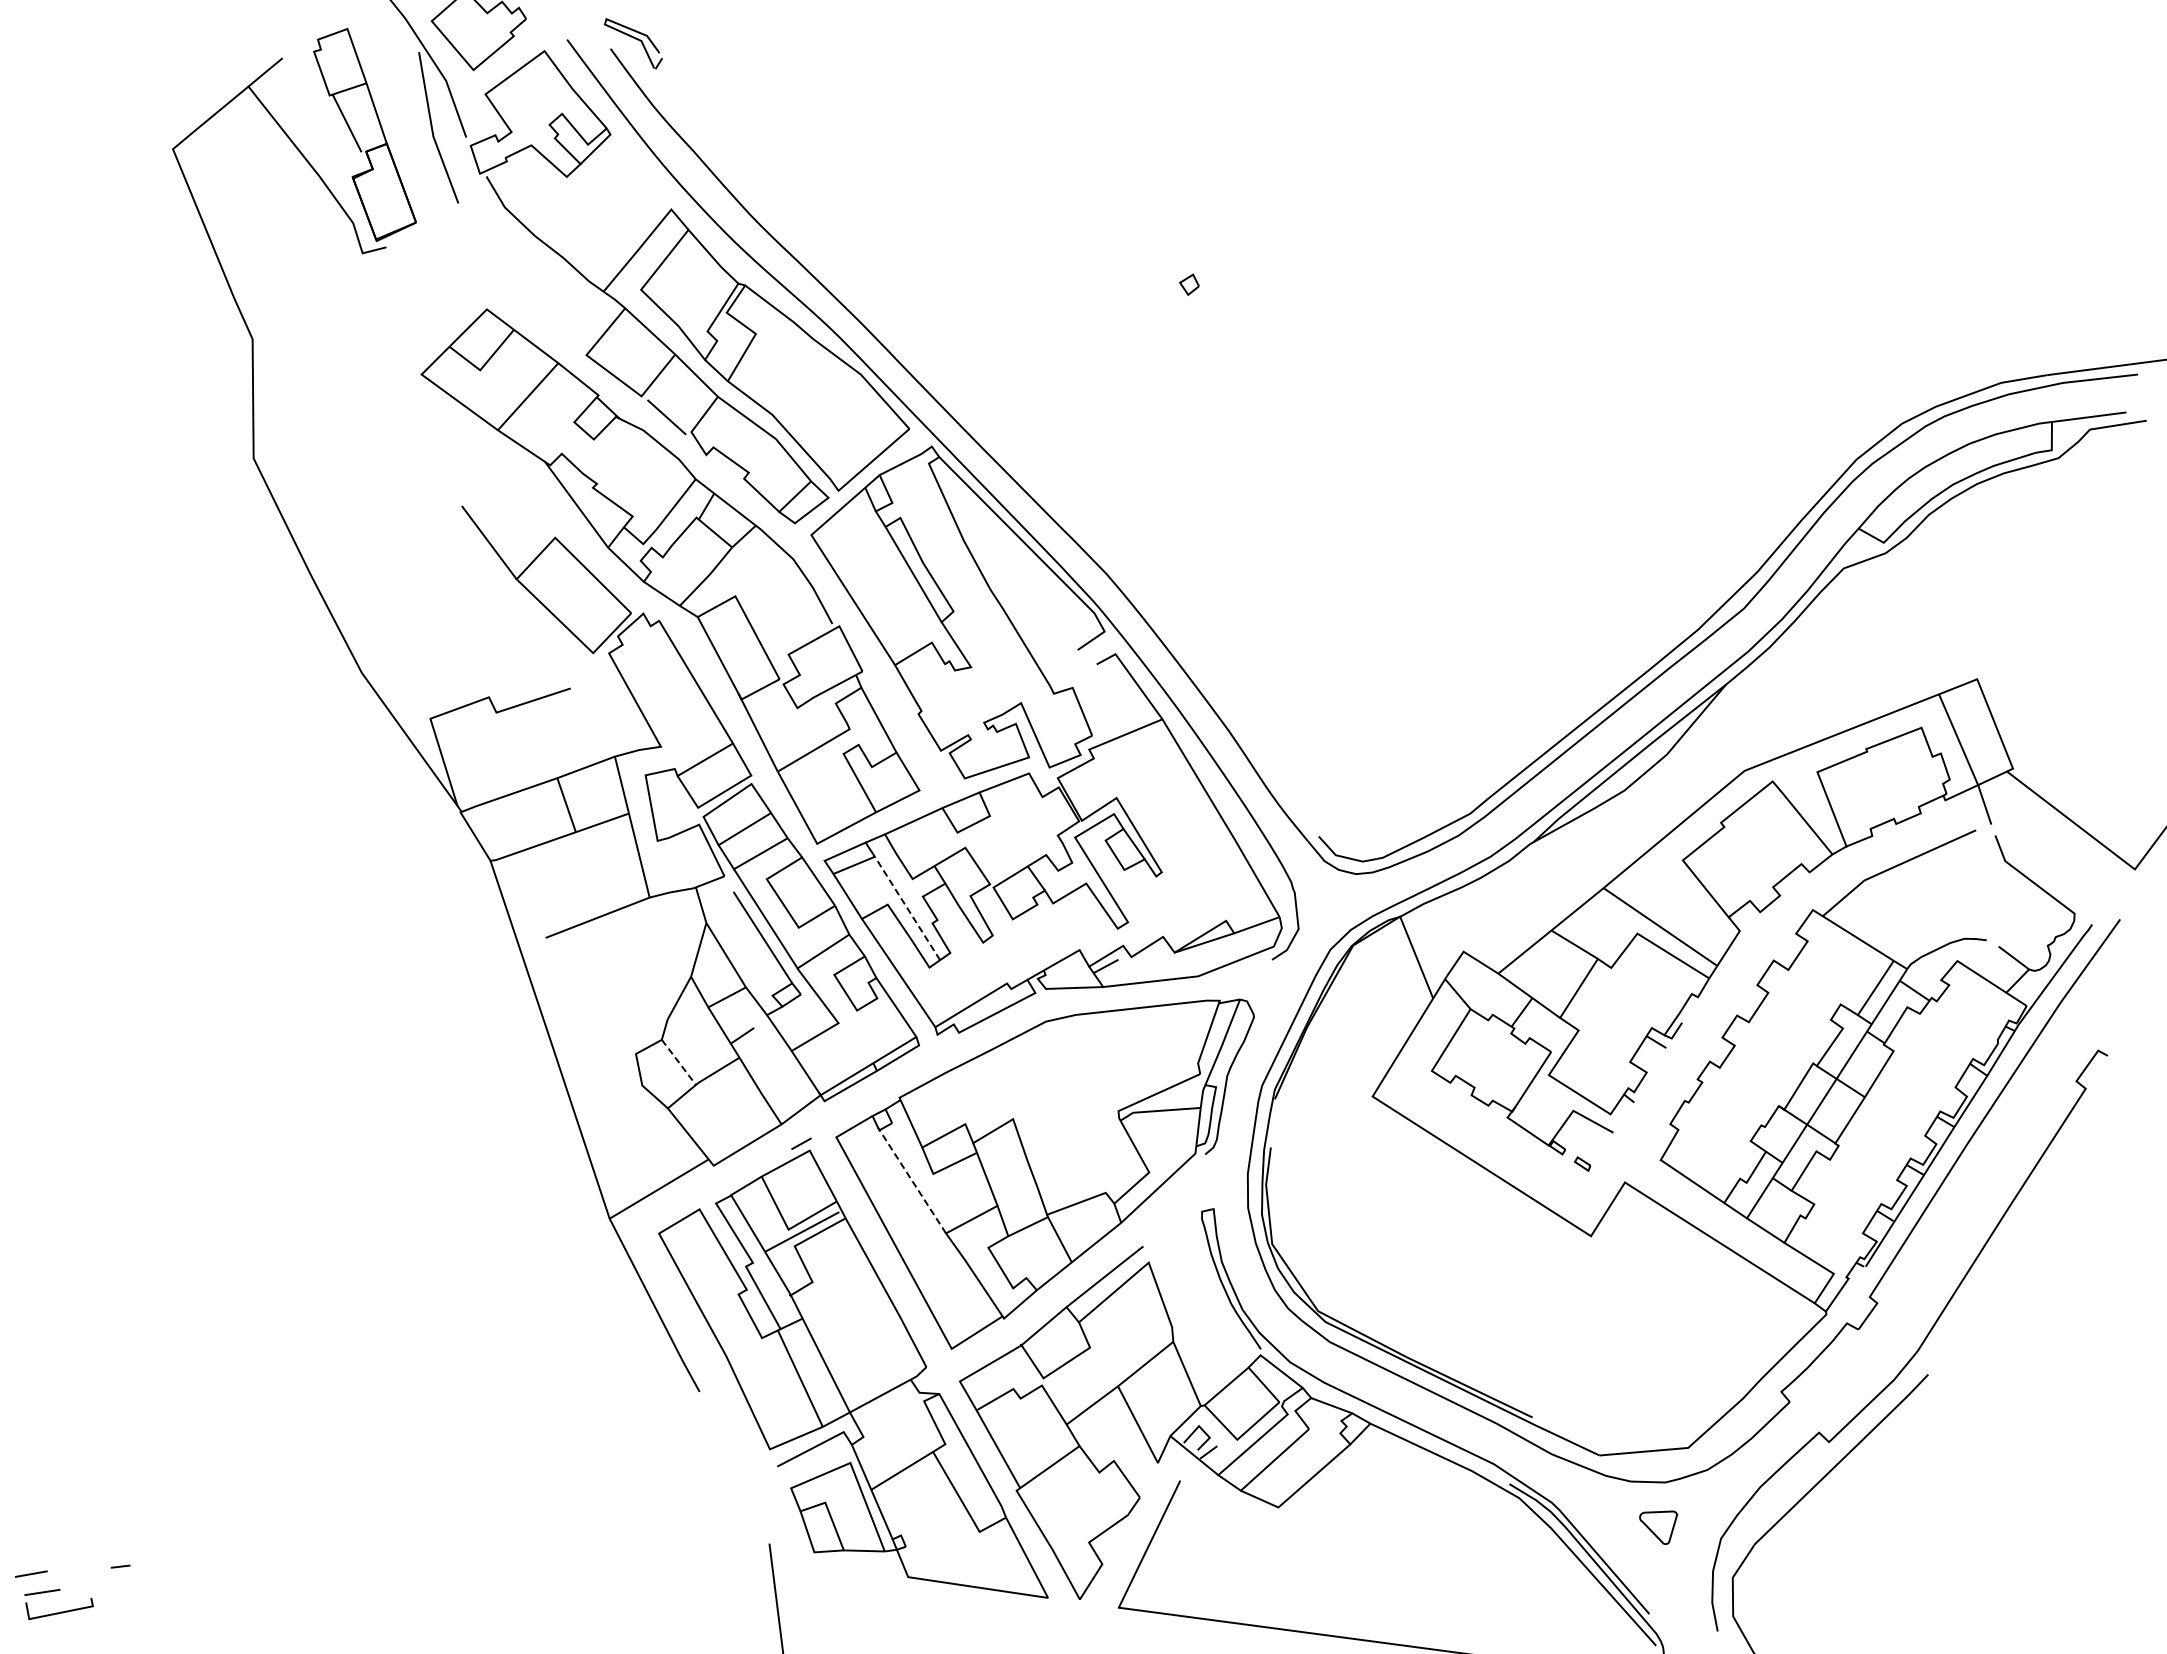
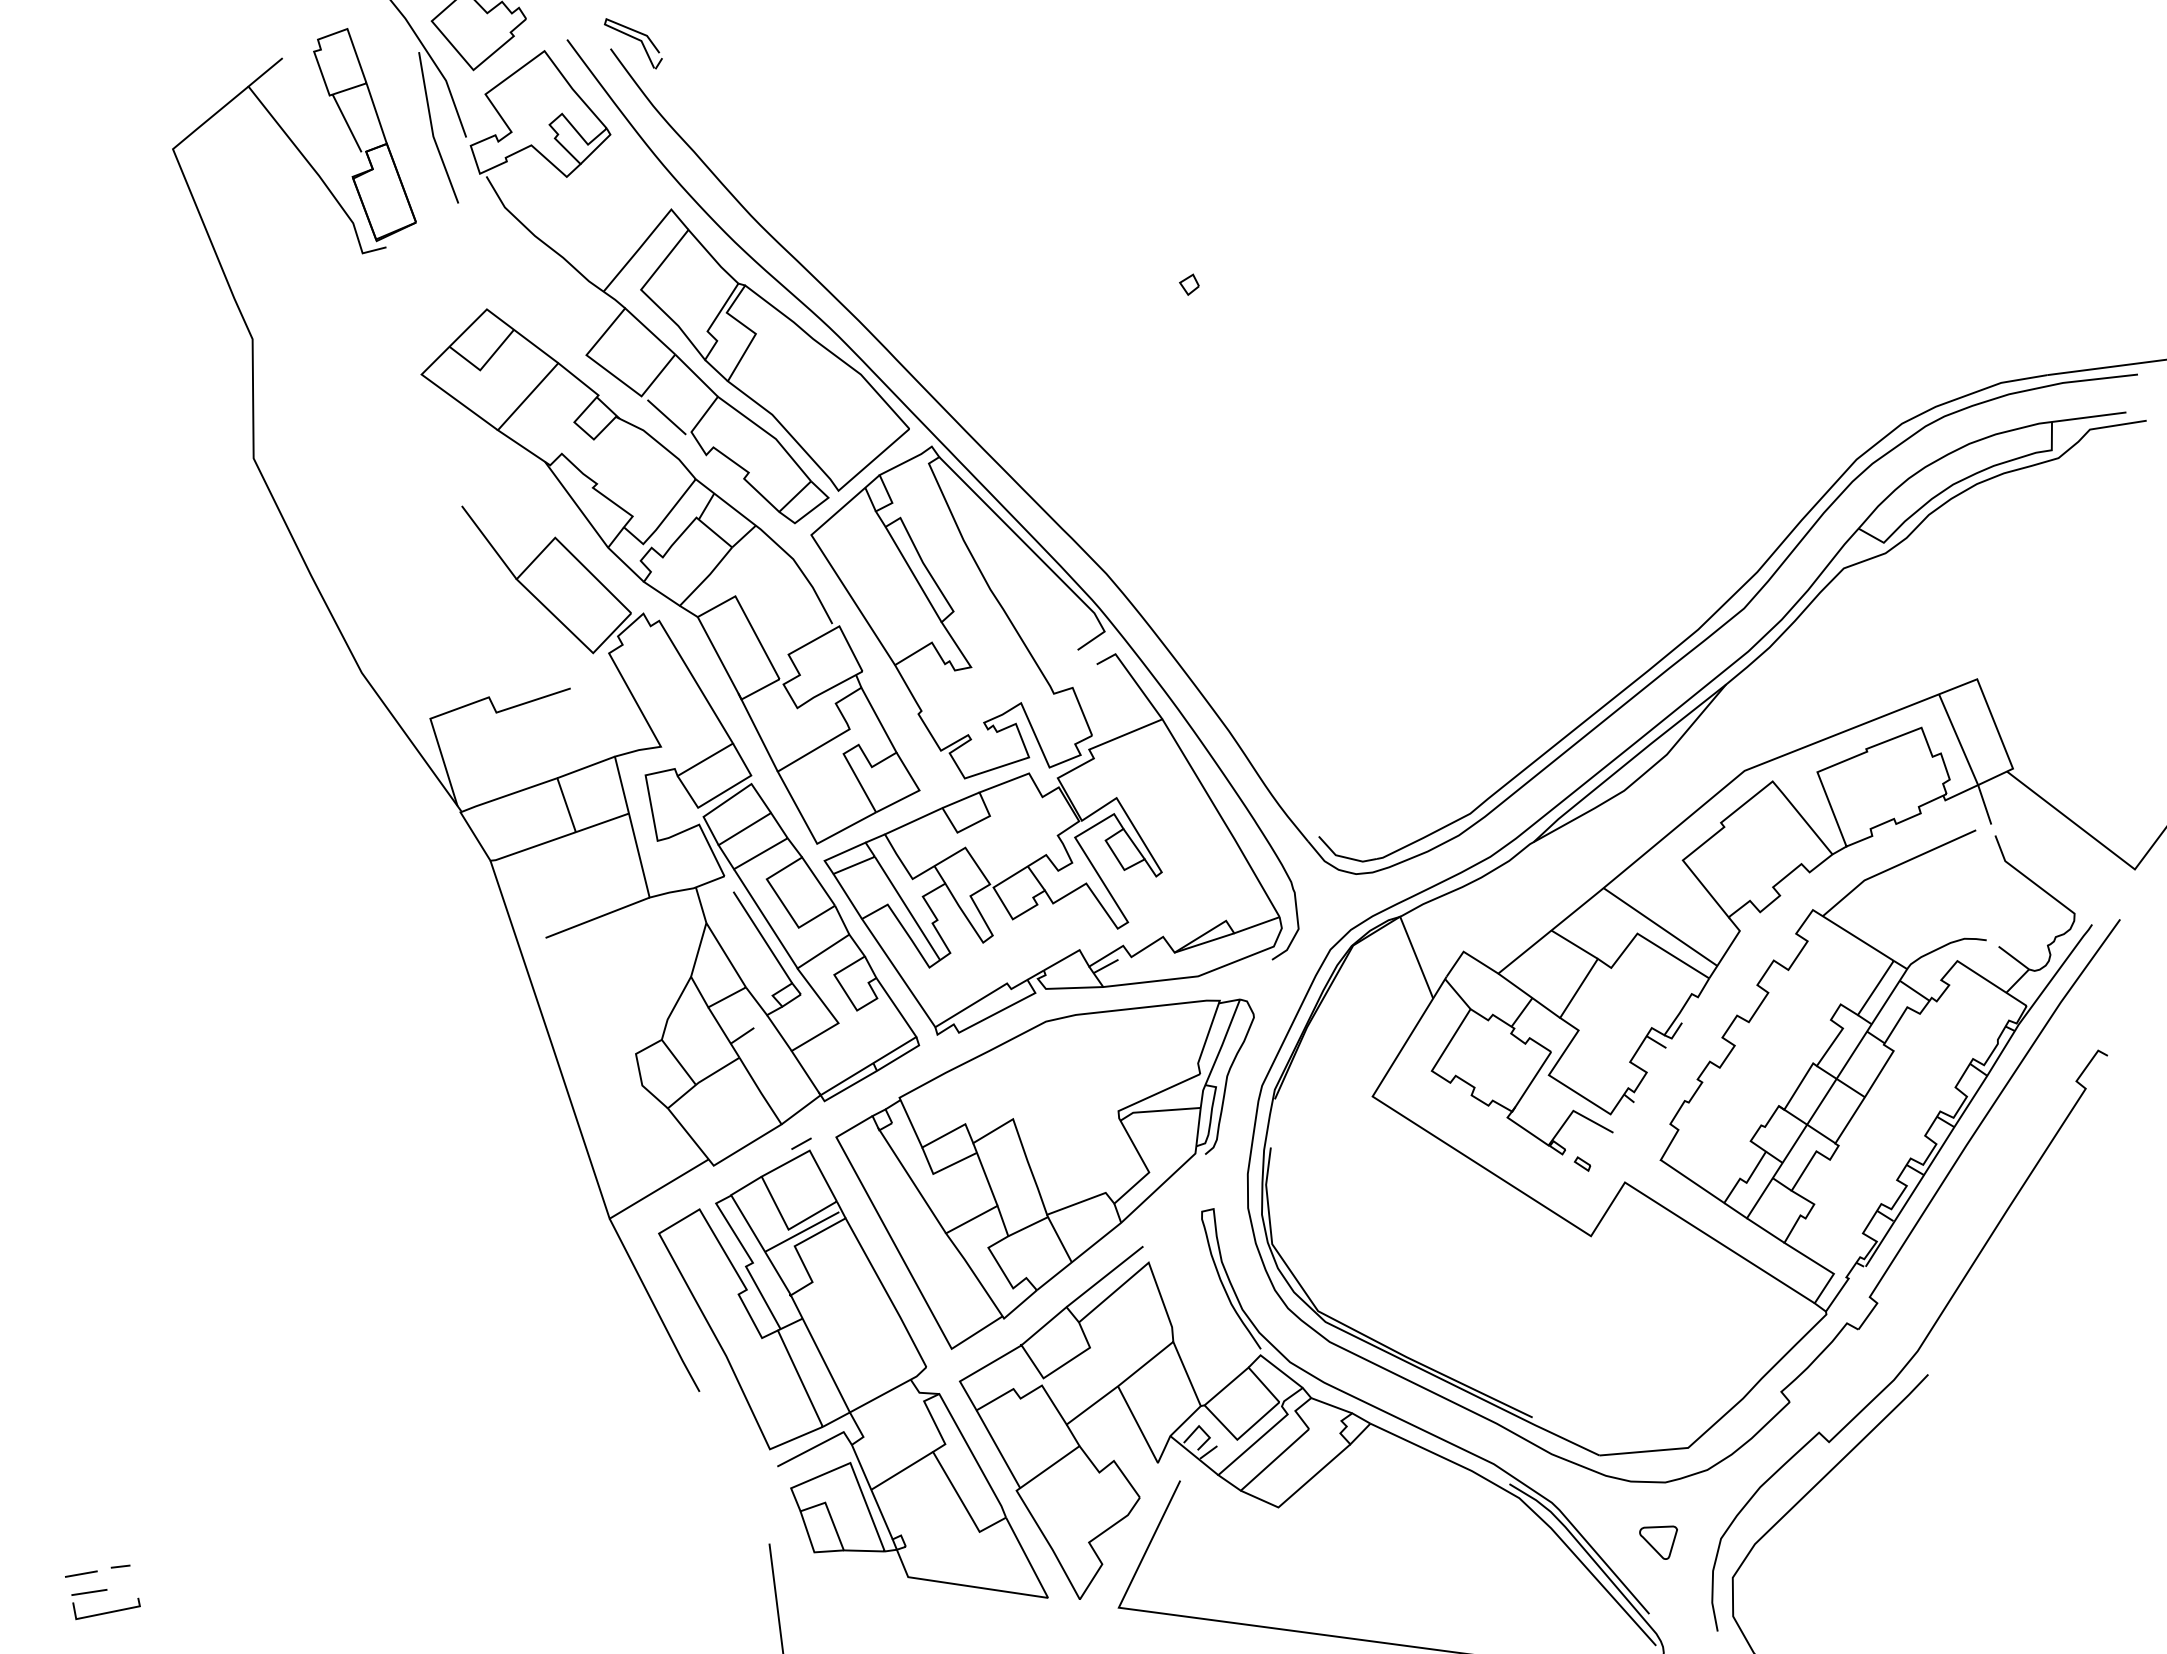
line at (907, 908): dashed -> solid
line at (679, 1062): dashed -> solid
line at (911, 1179): dashed -> solid
part at (1658, 1527) position: (1658, 1527) -> (1658, 1542)
line at (31, 1573) position: (31, 1573) -> (81, 1573)
part at (60, 1611) position: (60, 1611) -> (107, 1611)
